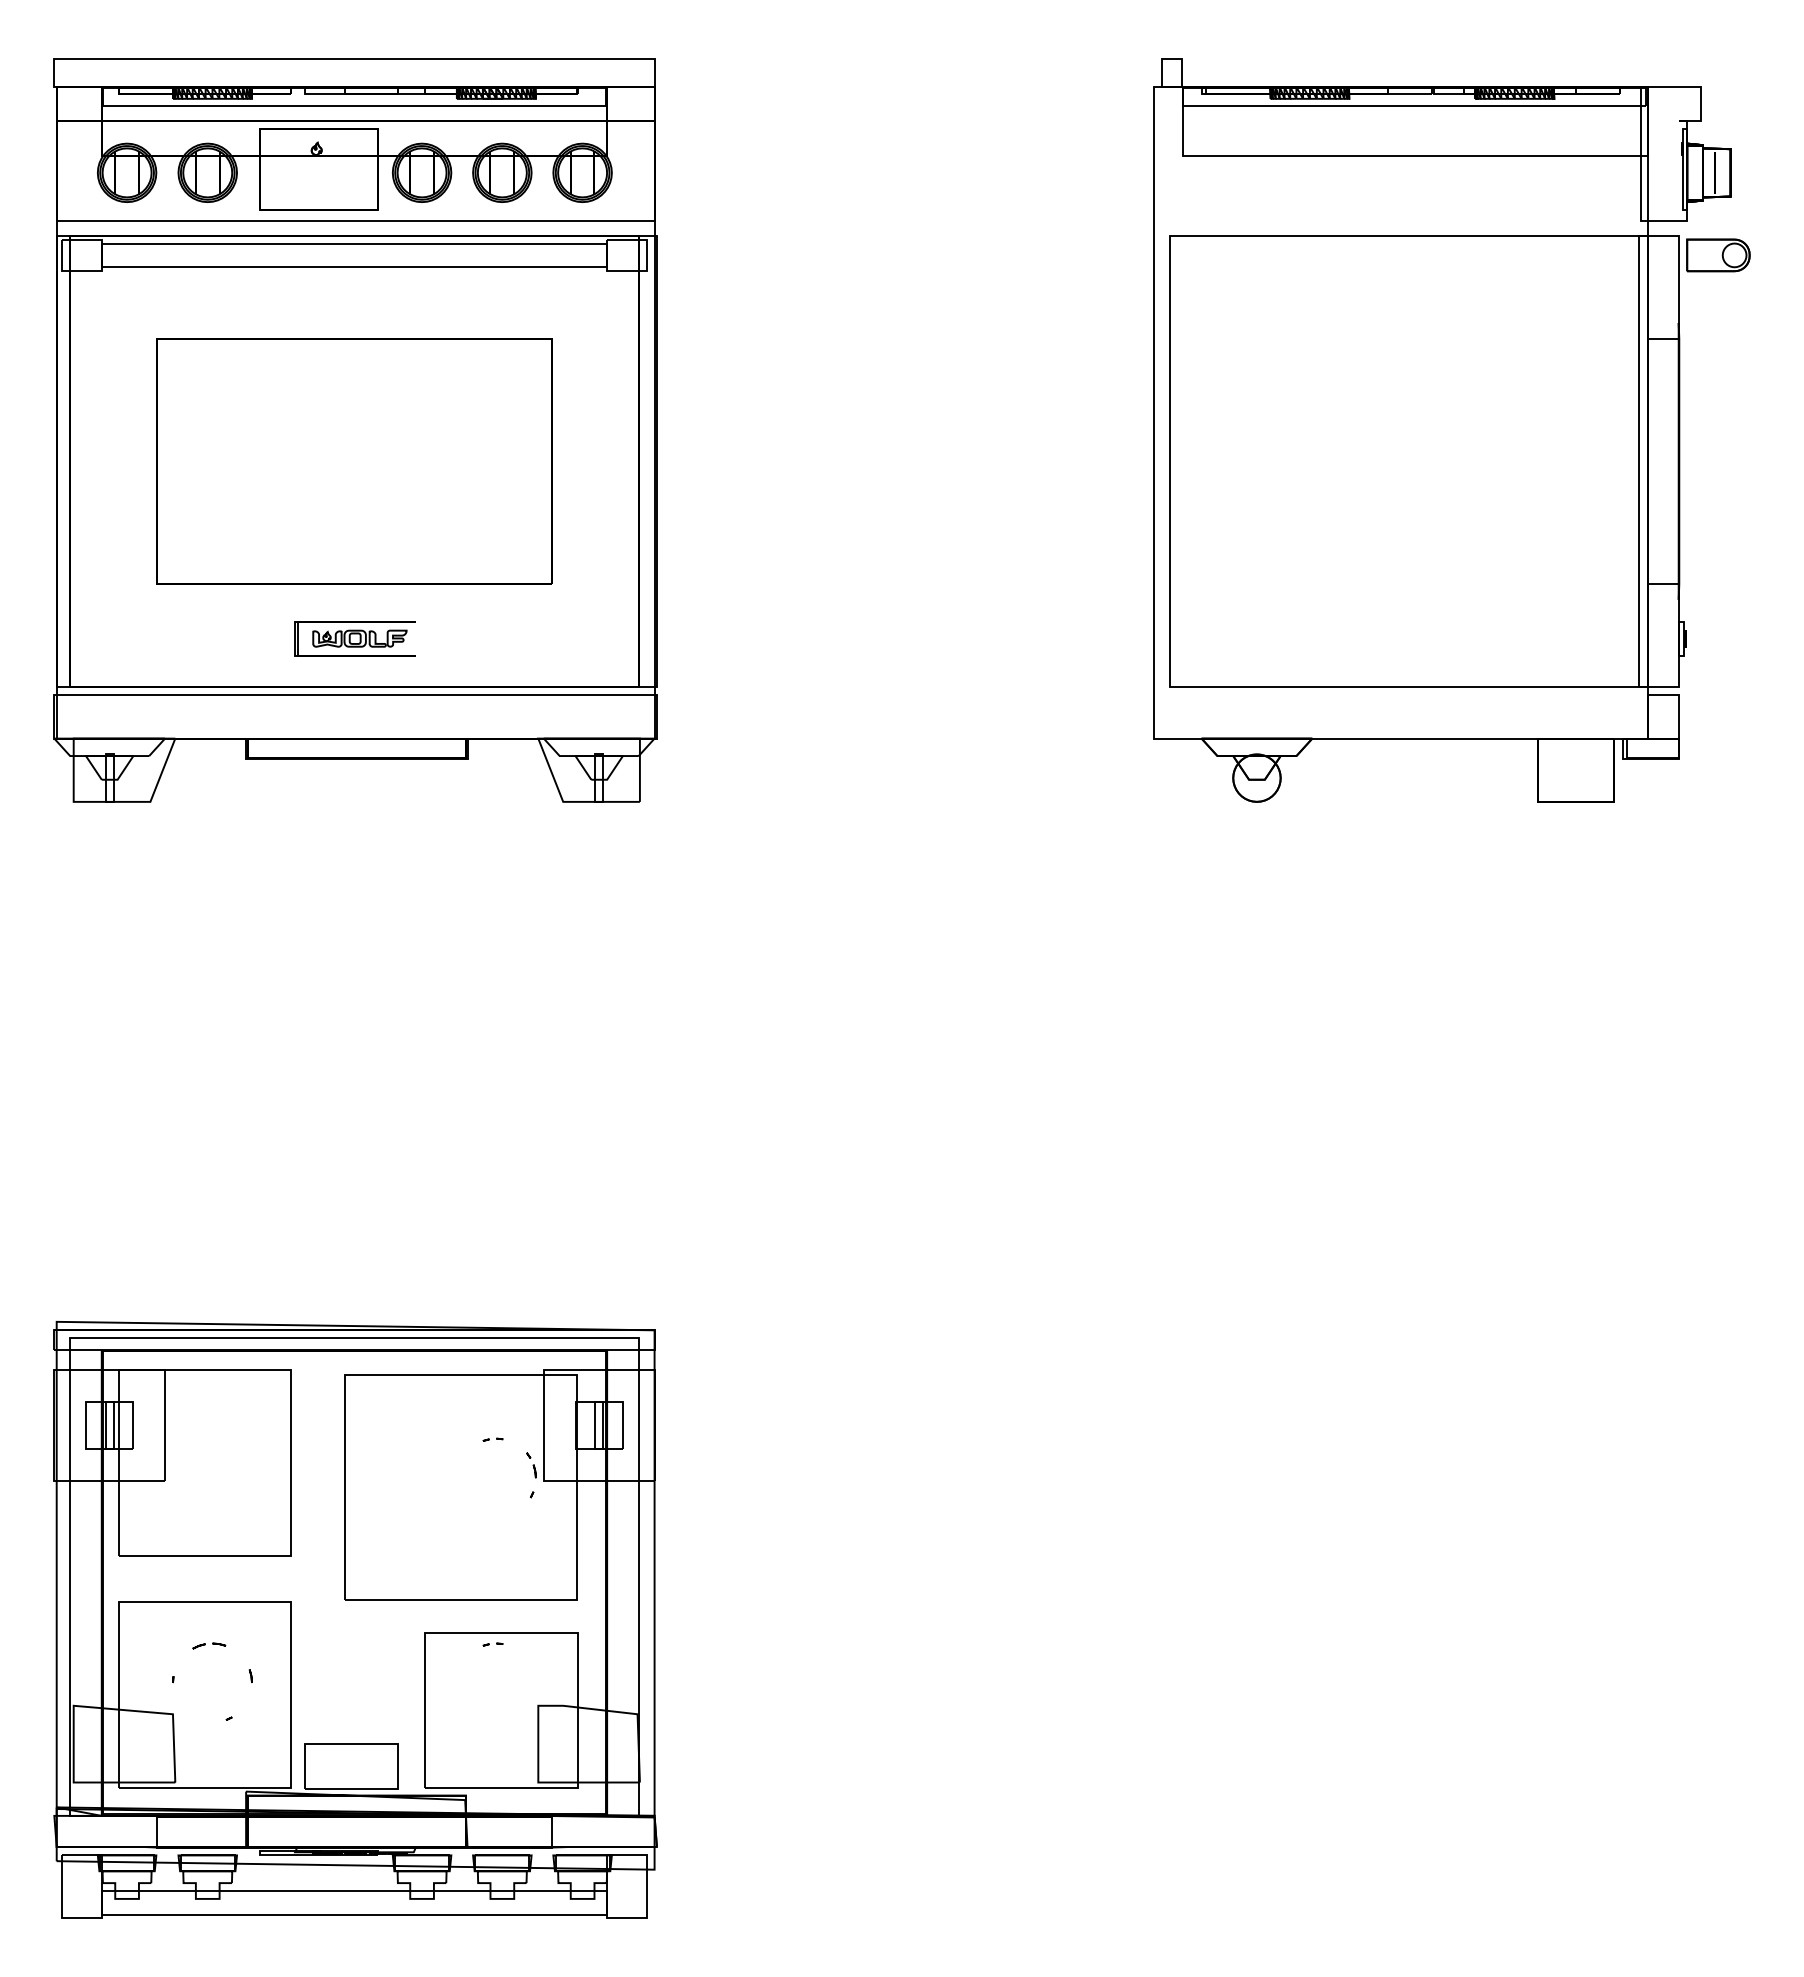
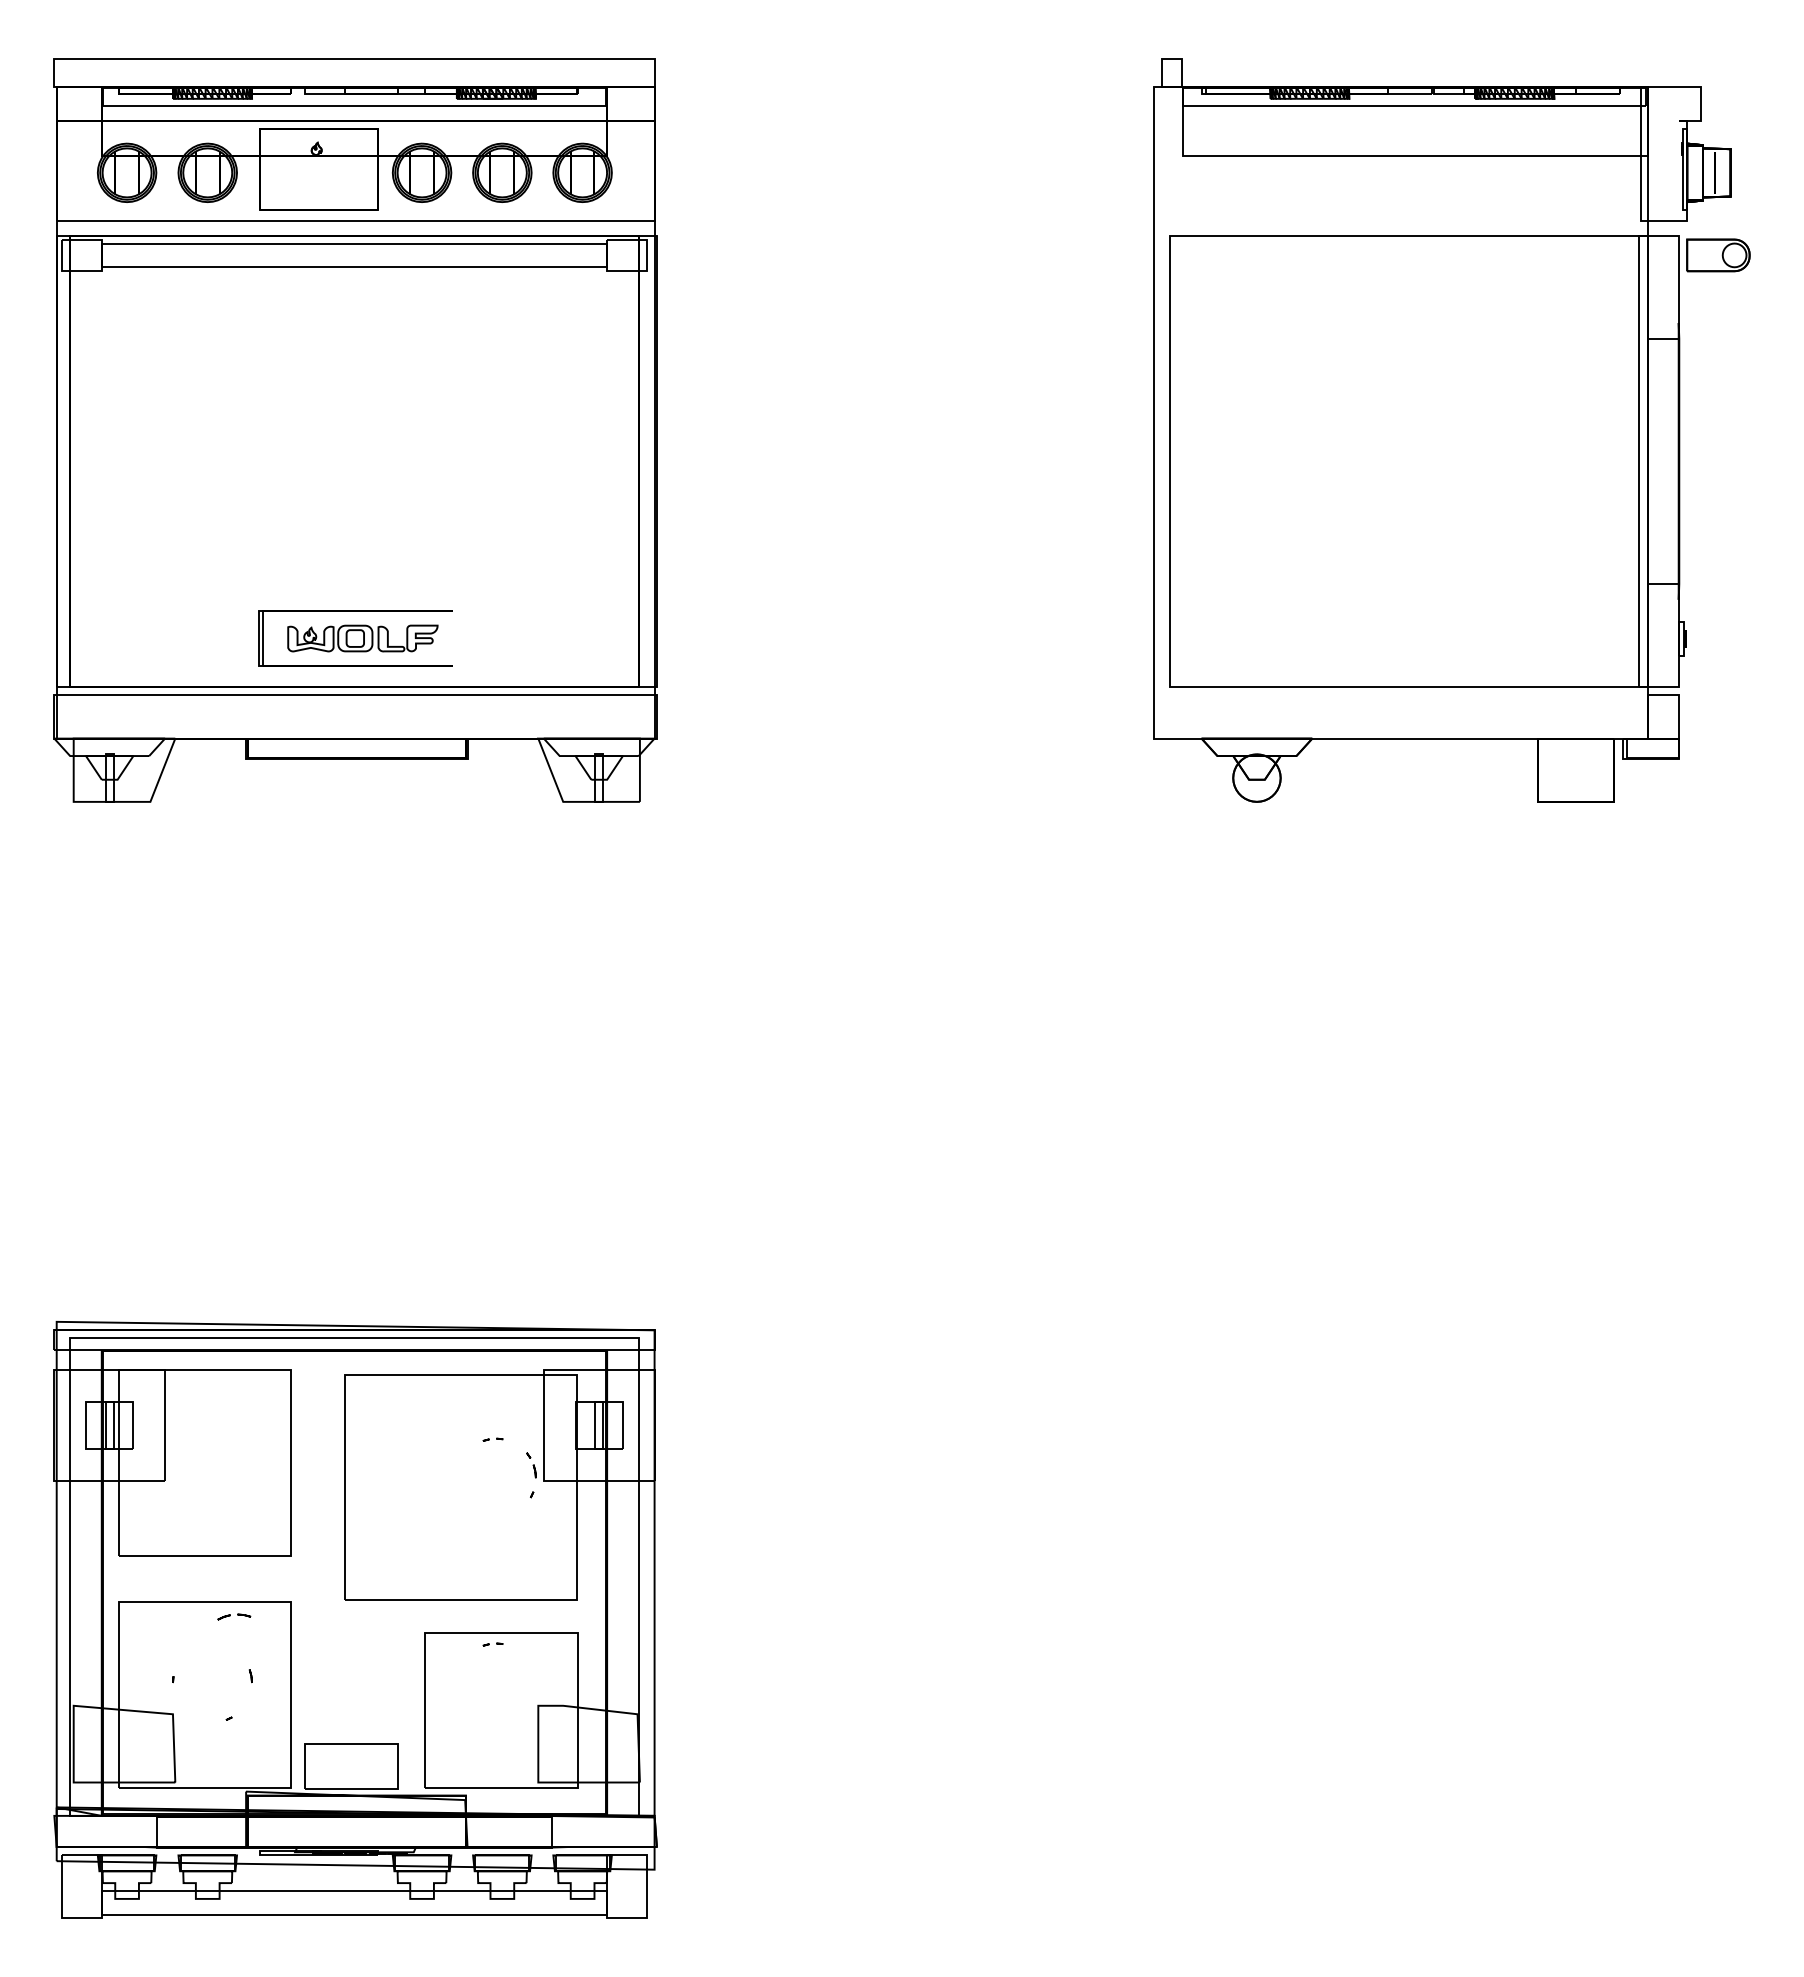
part at (354, 461): present -> none
part at (354, 638) size: 122x36 px -> 195x57 px
part at (209, 1645) position: (209, 1645) -> (234, 1616)
